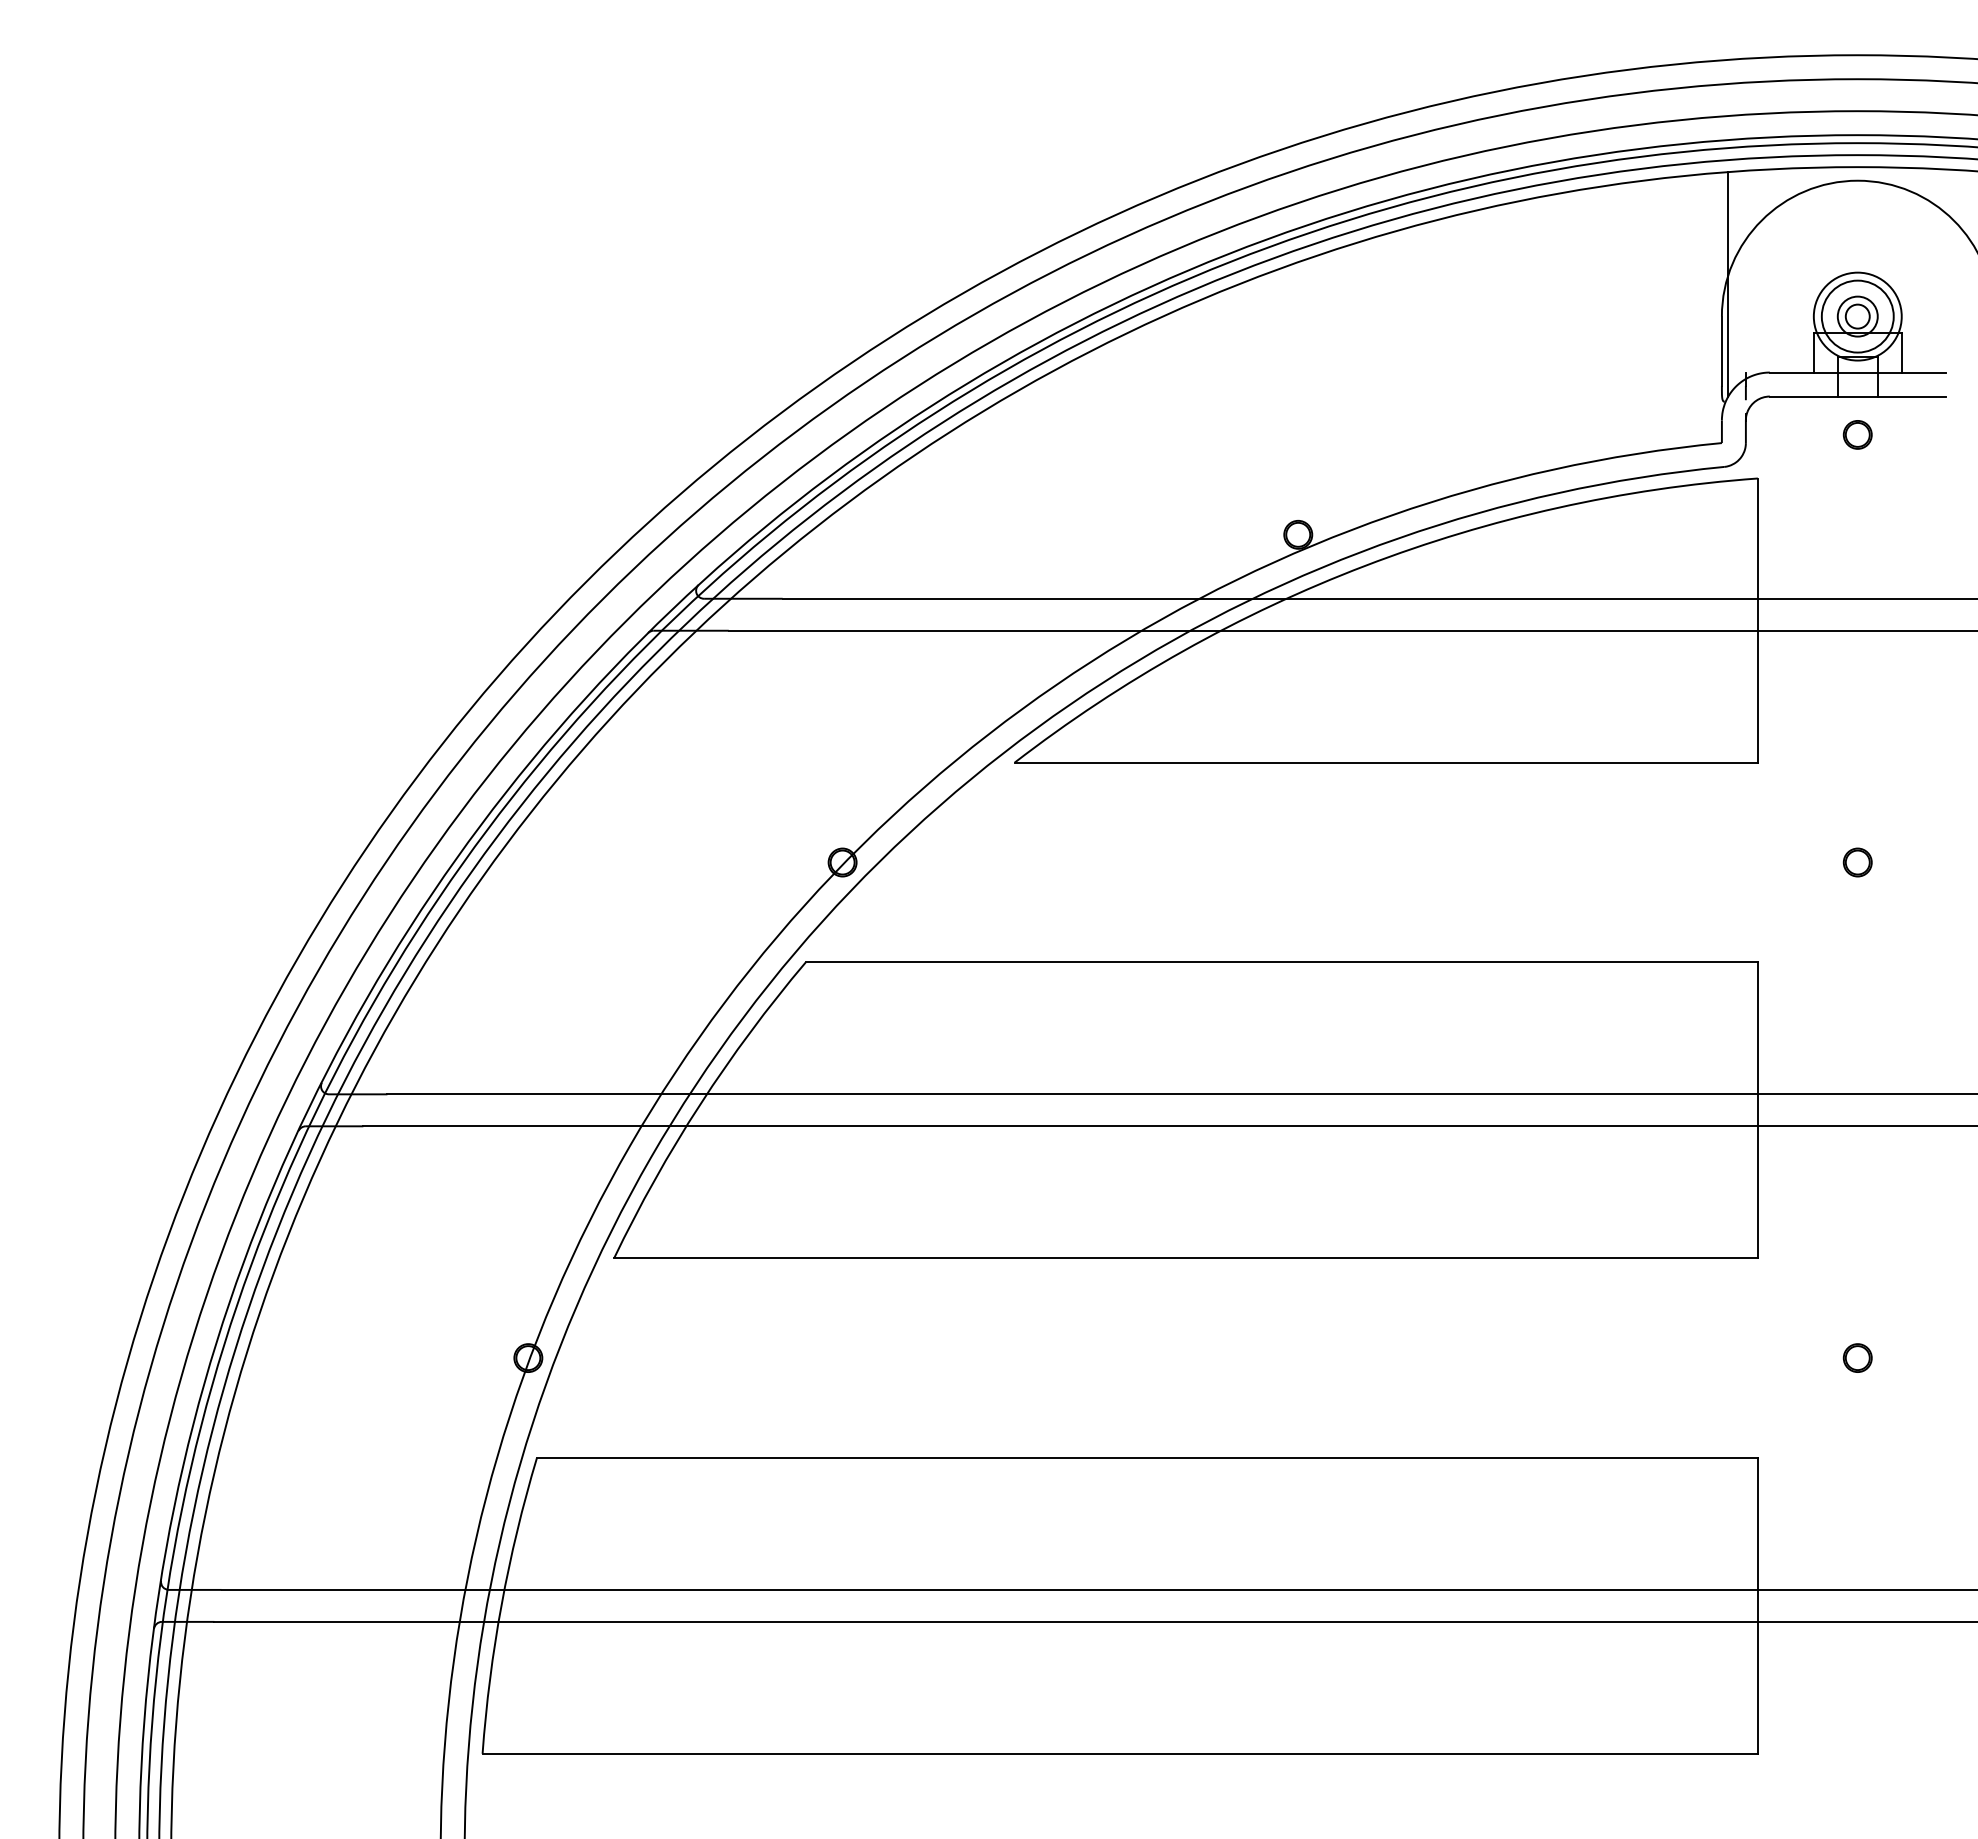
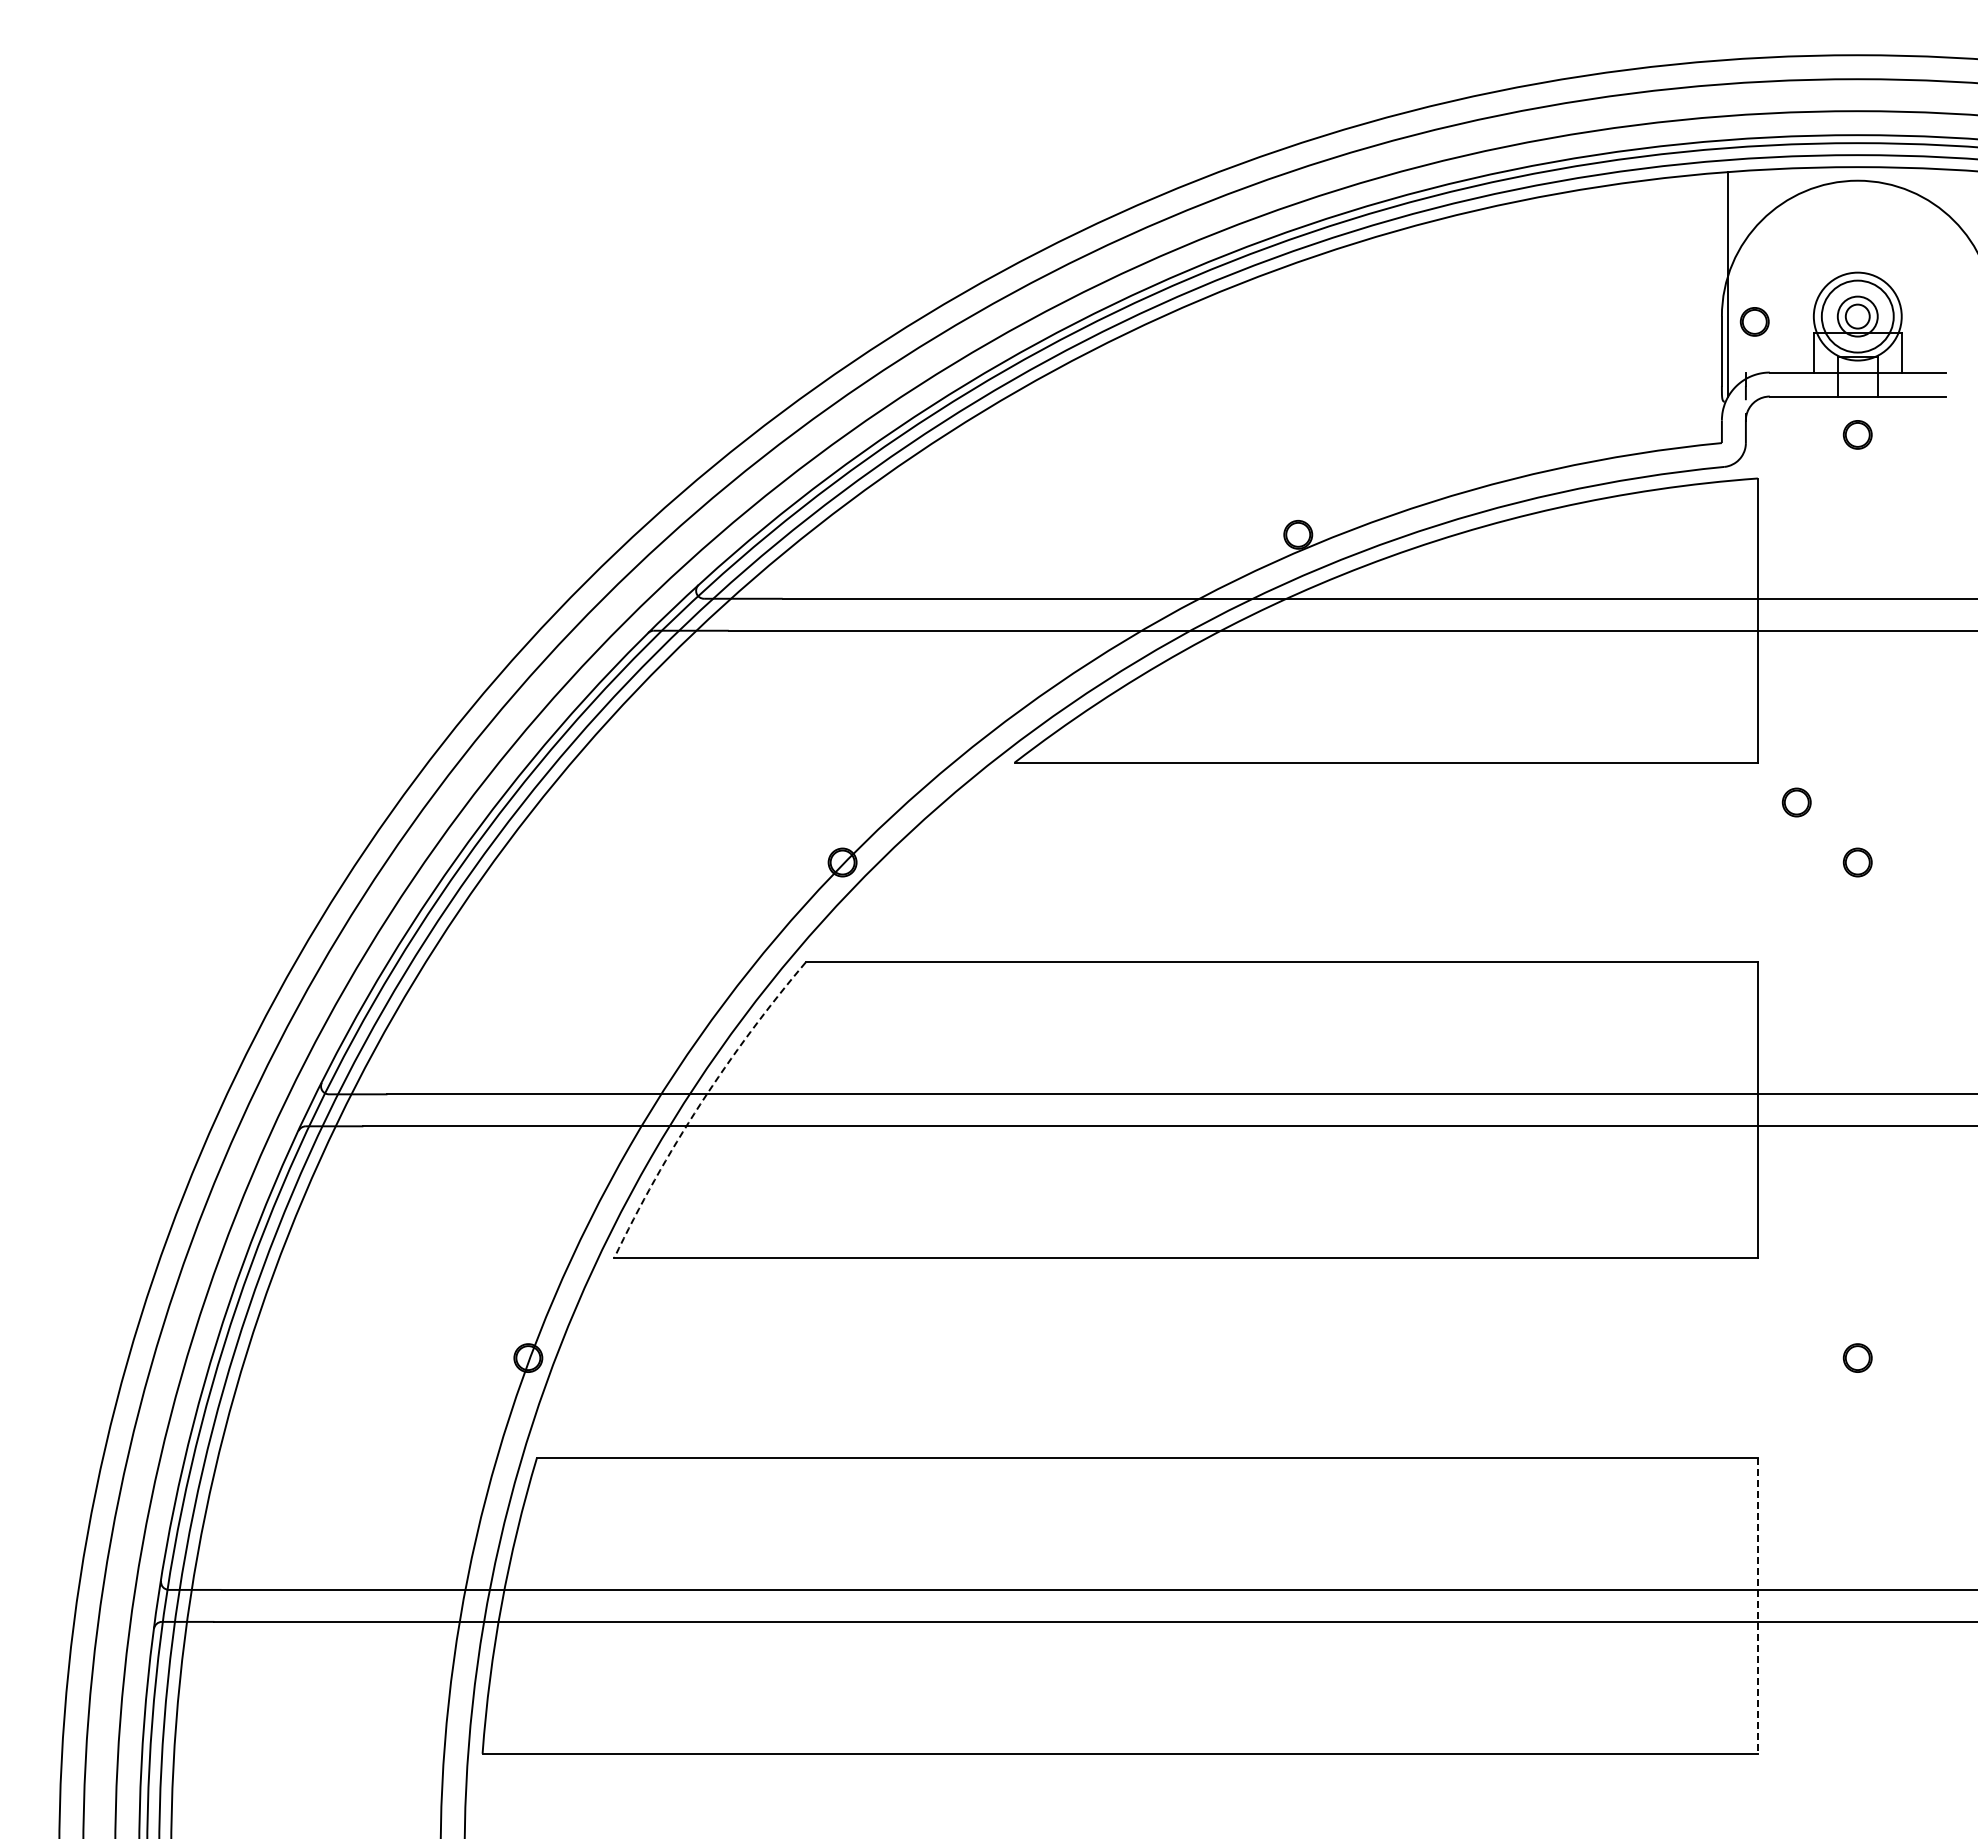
part at (1754, 321): none -> present
part at (1796, 802): none -> present
arc at (700, 1104): solid -> dashed
line at (1757, 1605): solid -> dashed
